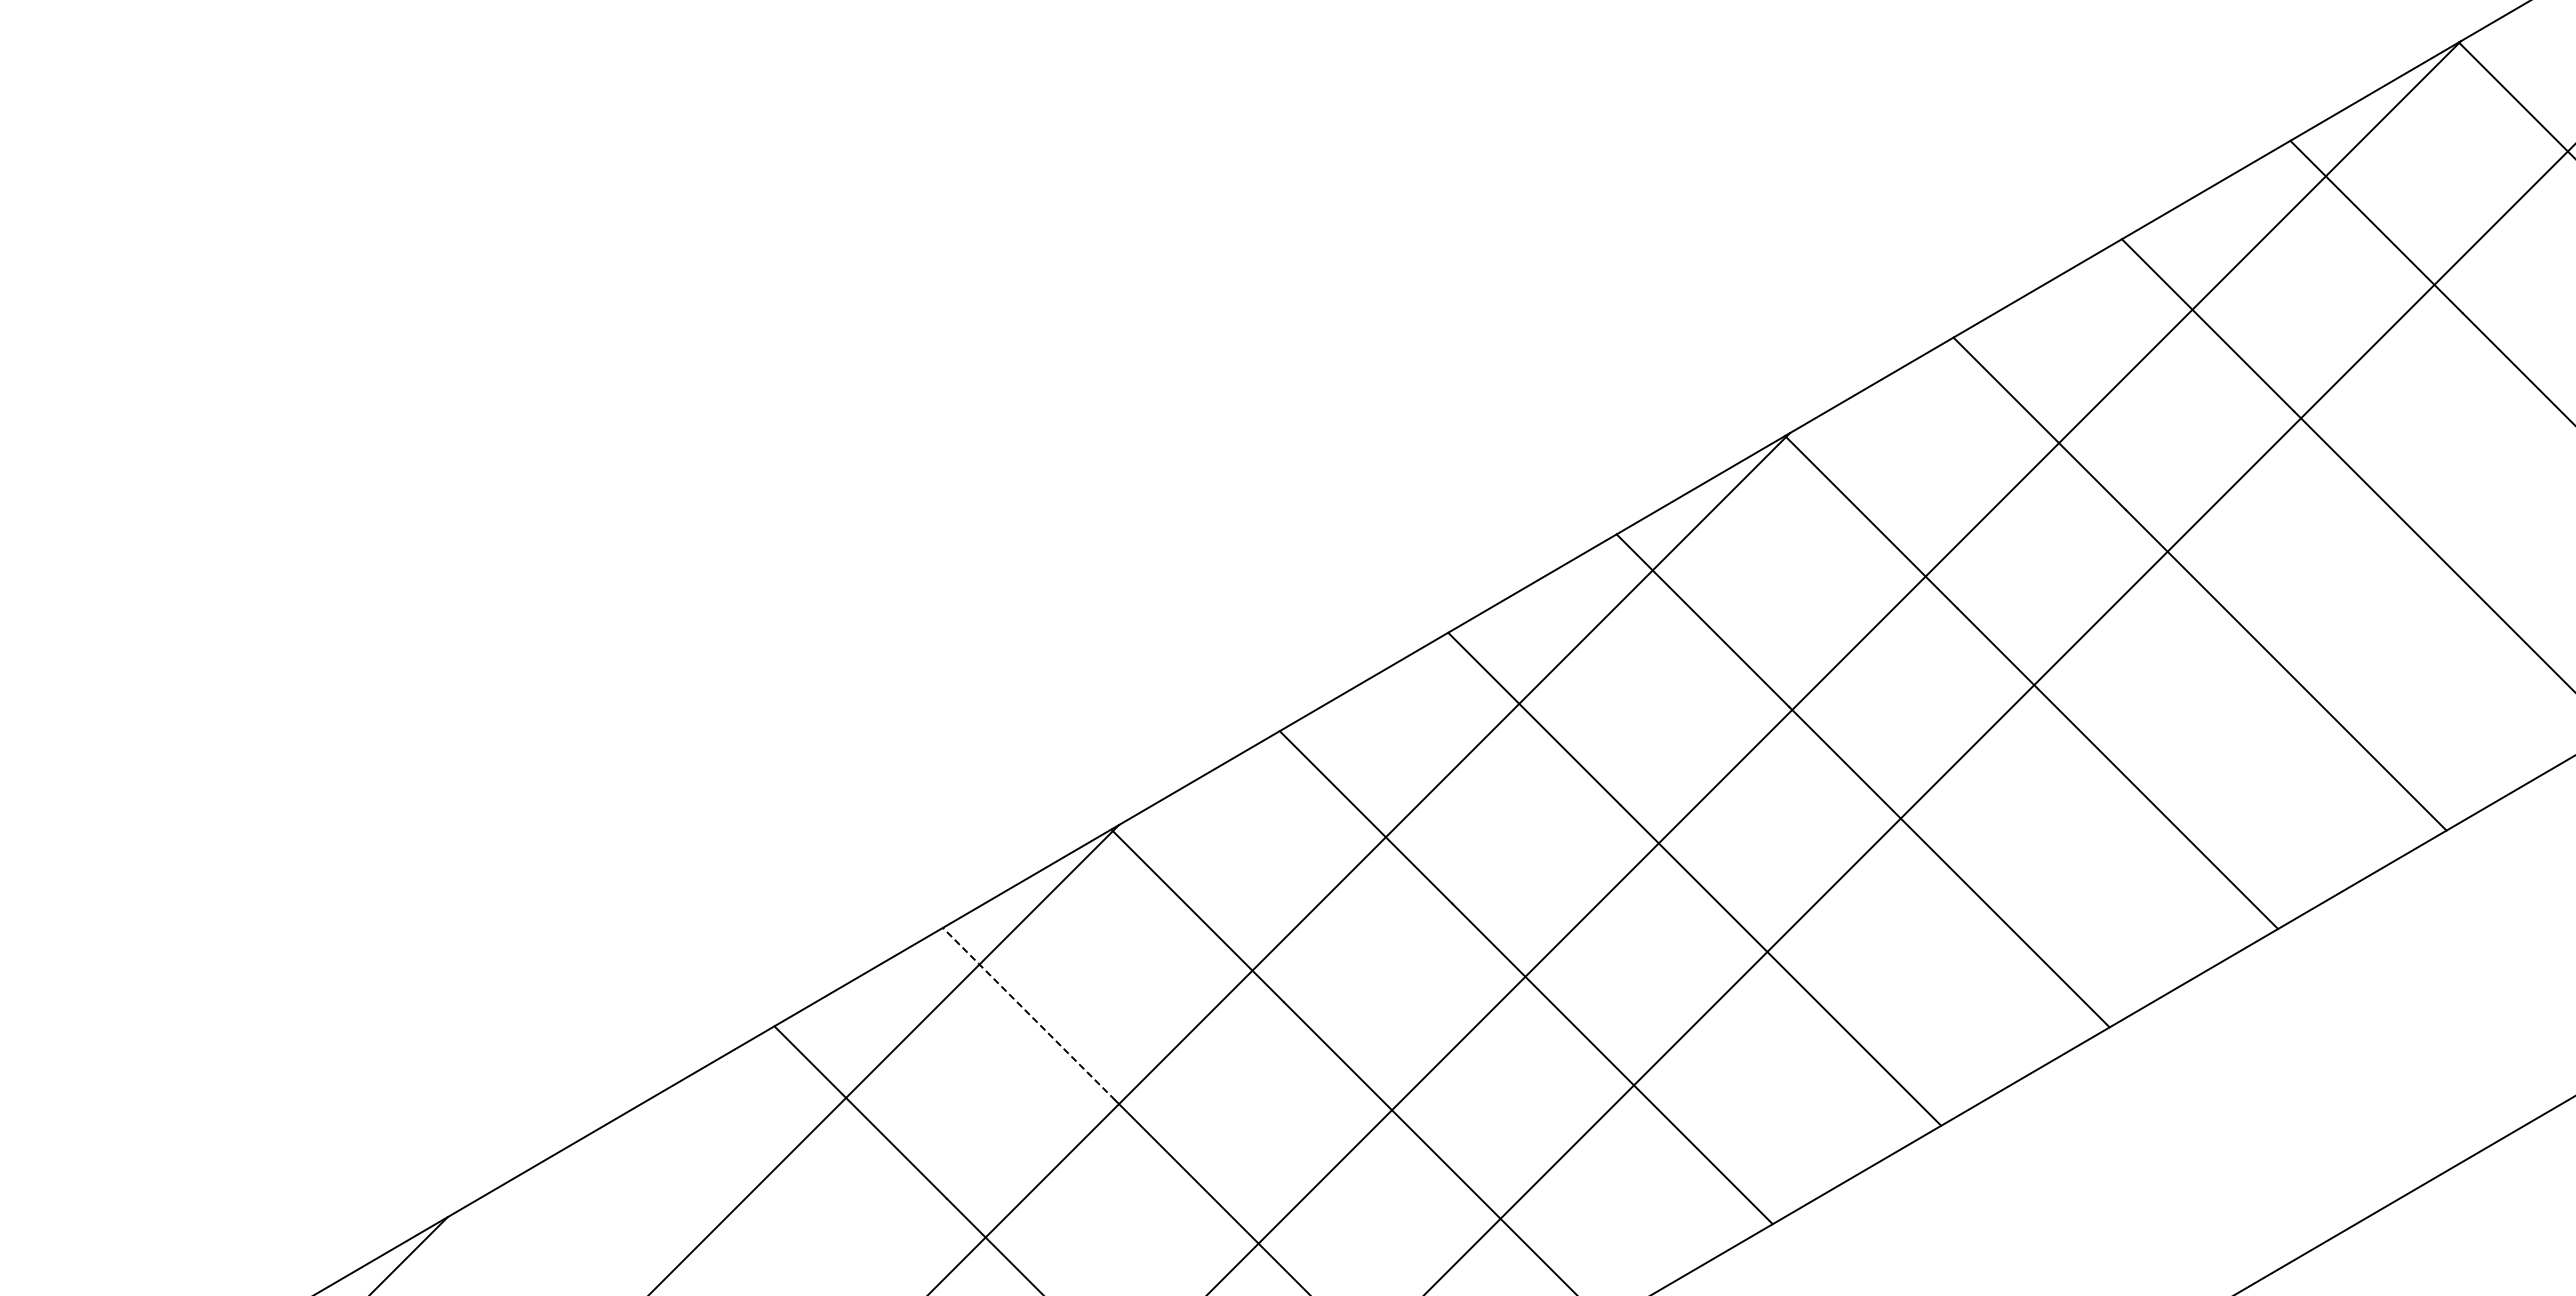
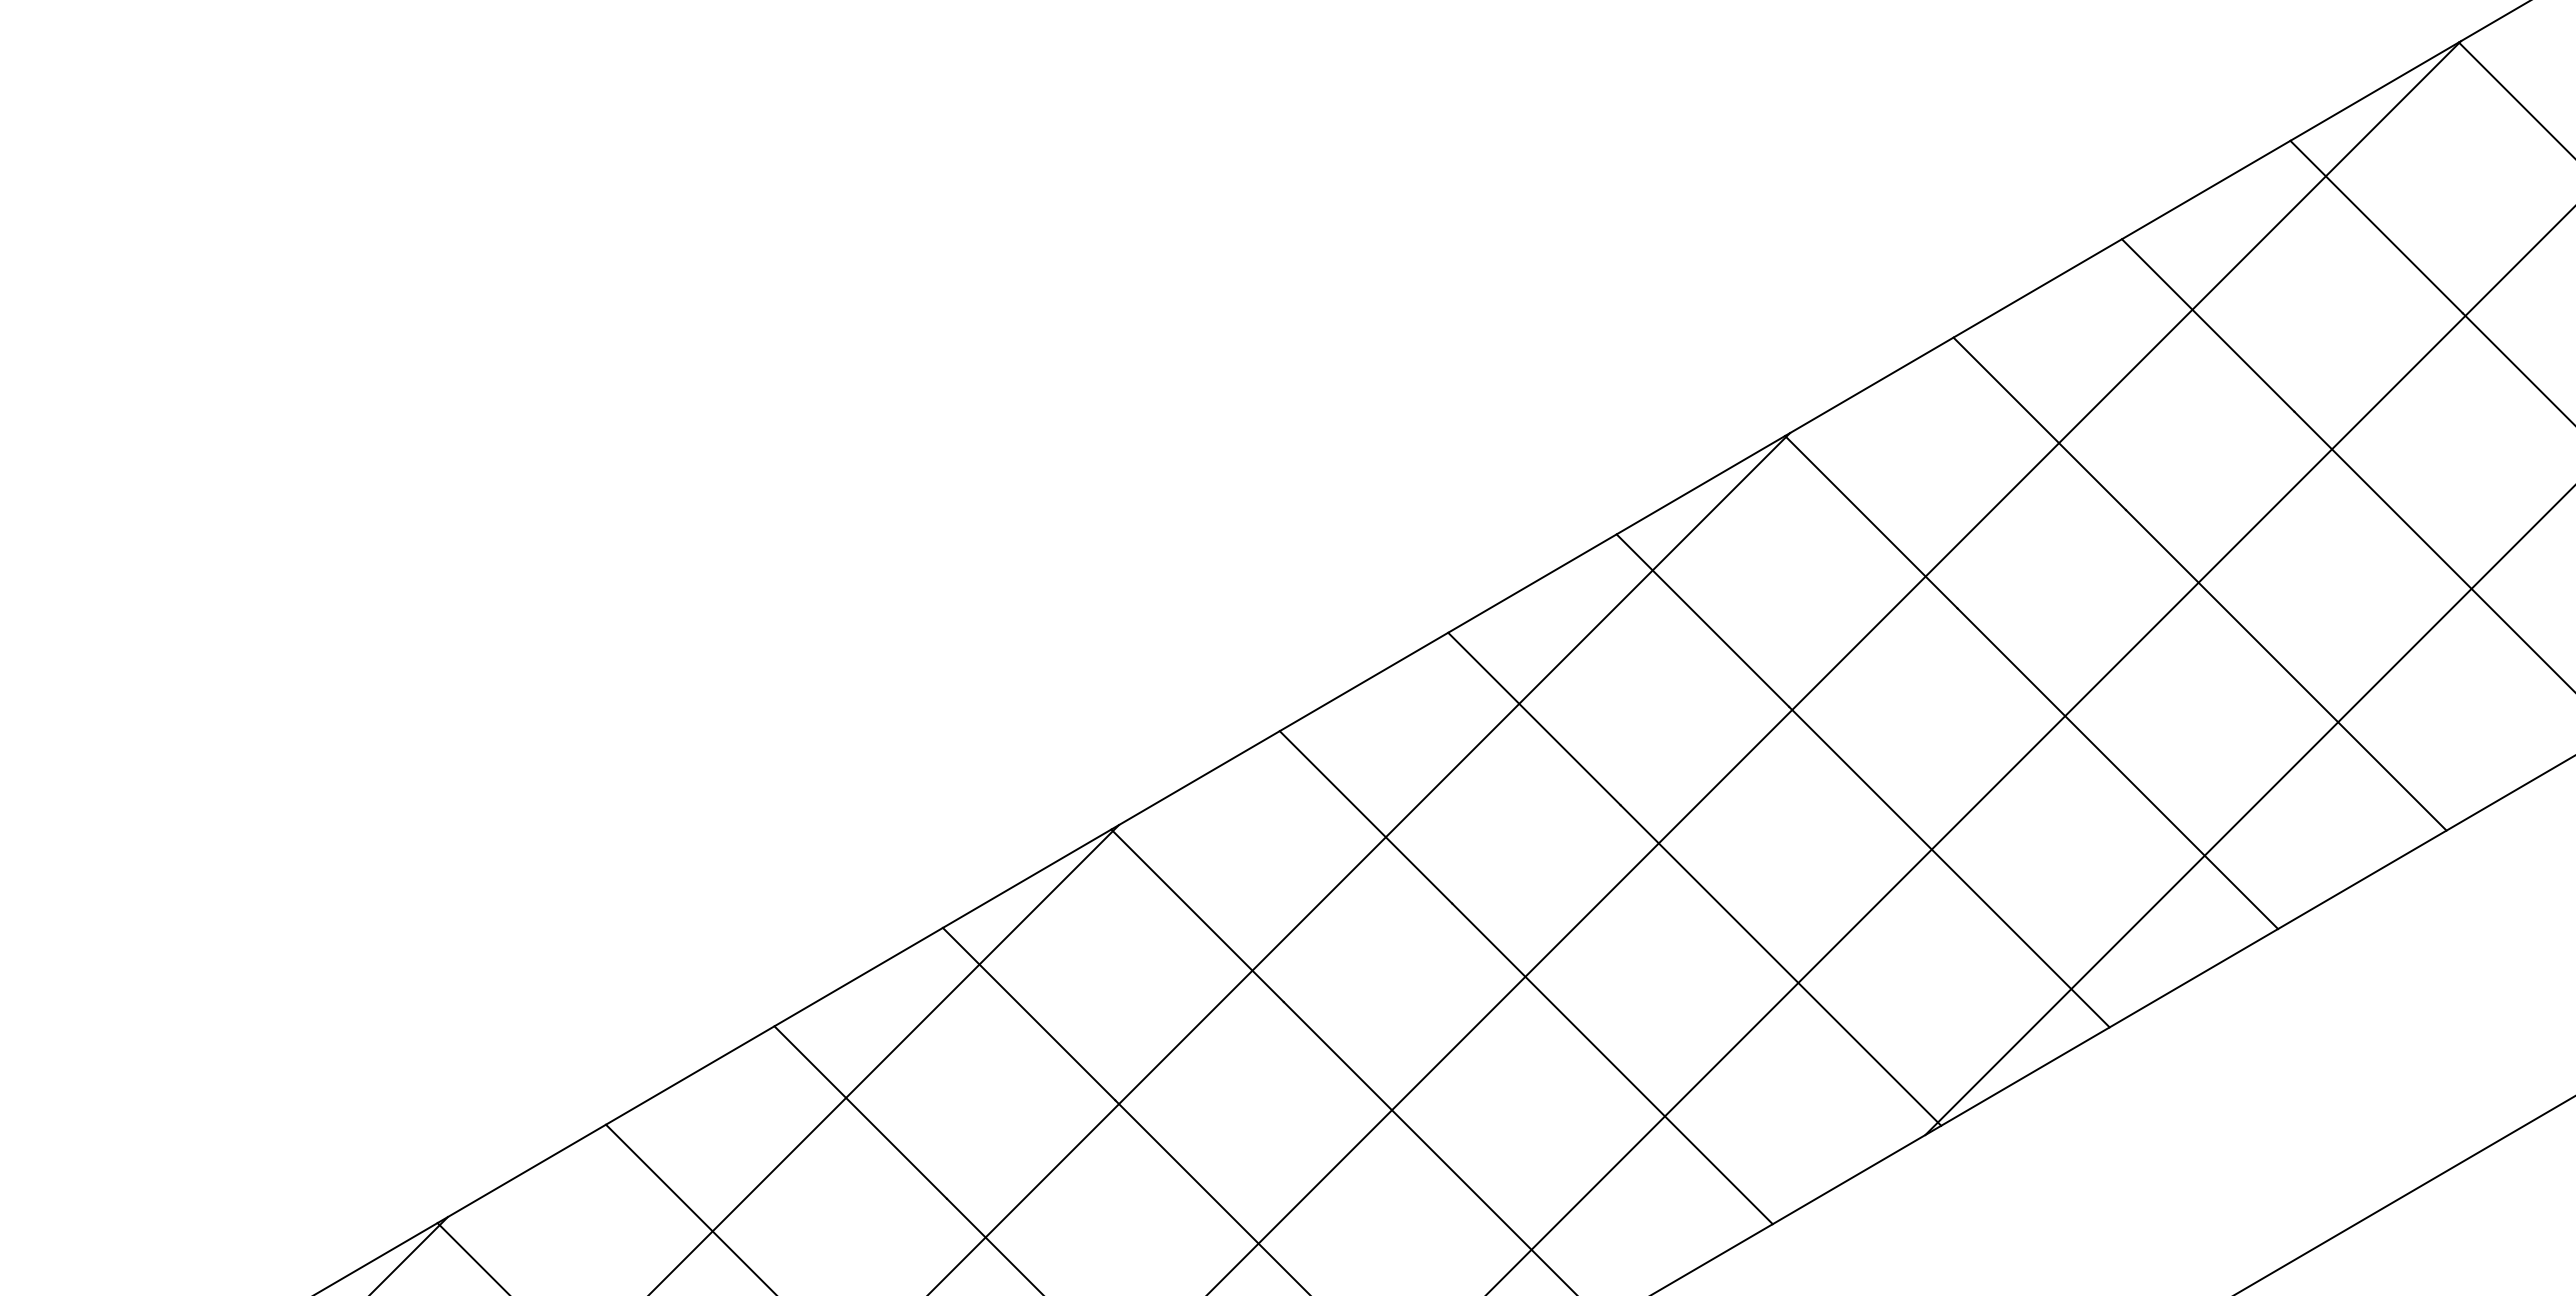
line at (1999, 719) position: (1999, 719) -> (2030, 750)
line at (2248, 811): none -> present
line at (1029, 1014): dashed -> solid
line at (690, 1208): none -> present
line at (472, 1257): none -> present
